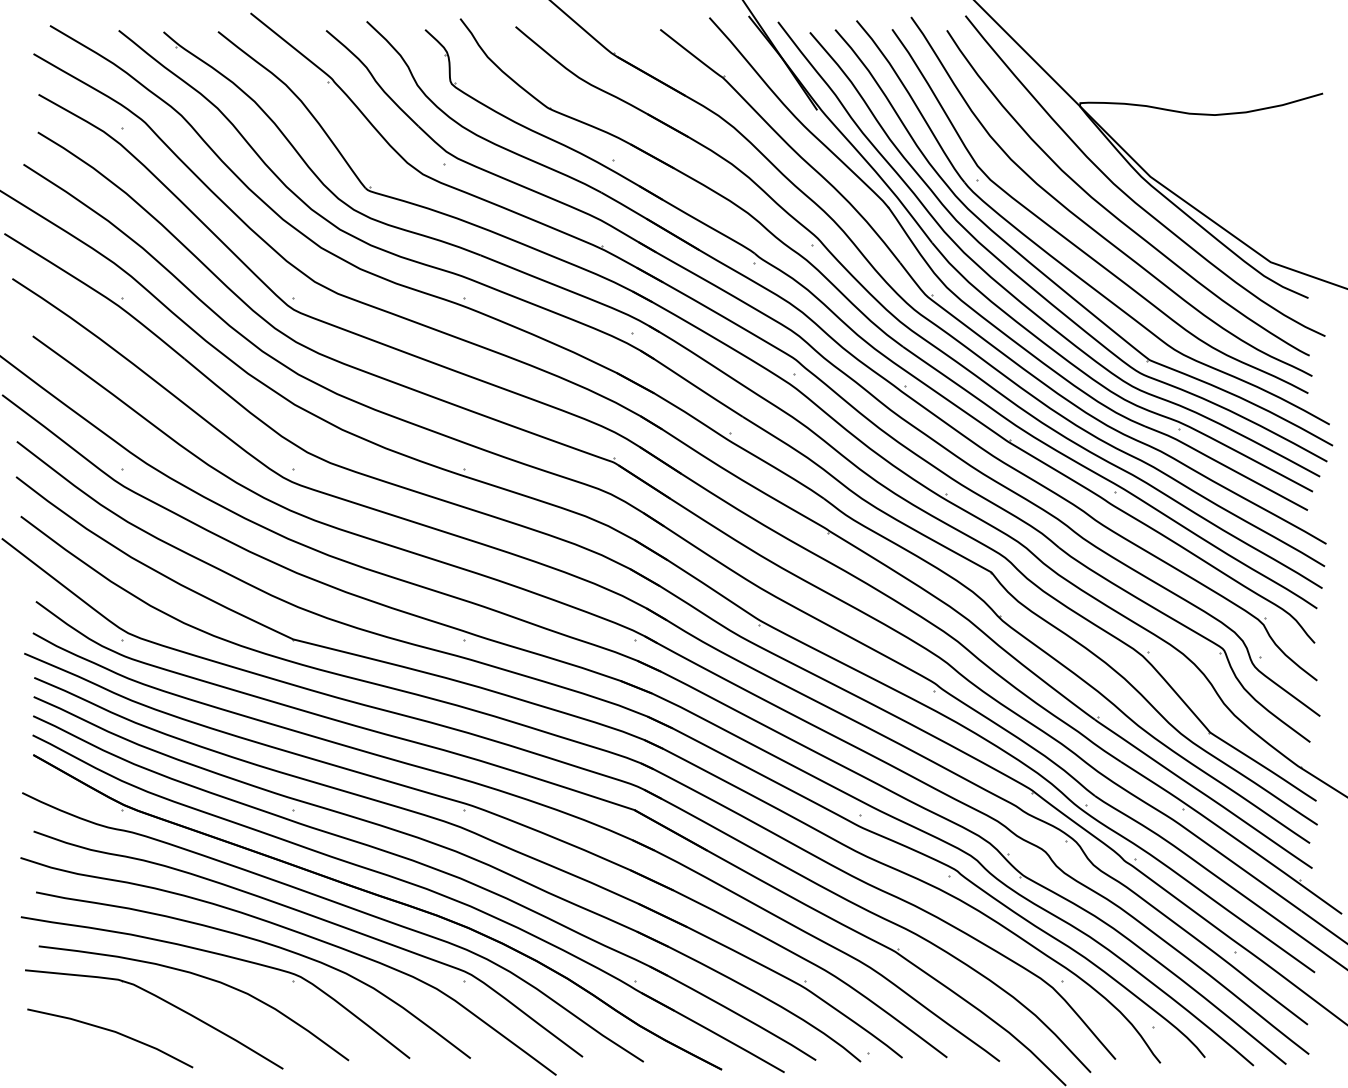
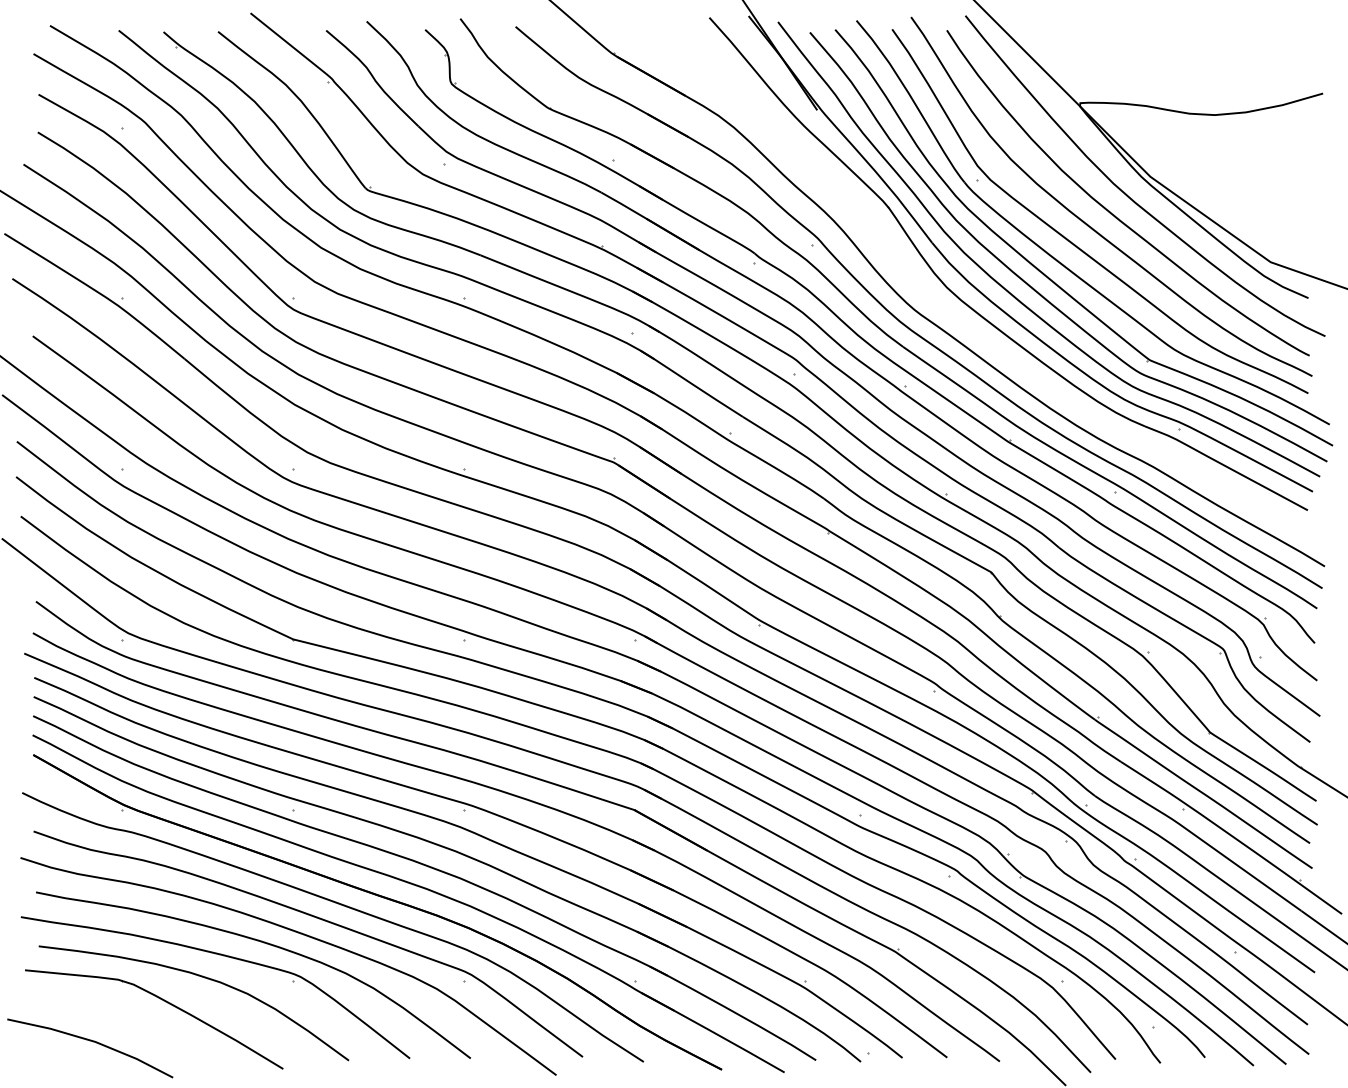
part at (963, 322): present -> none
line at (113, 1032) position: (113, 1032) -> (93, 1042)
